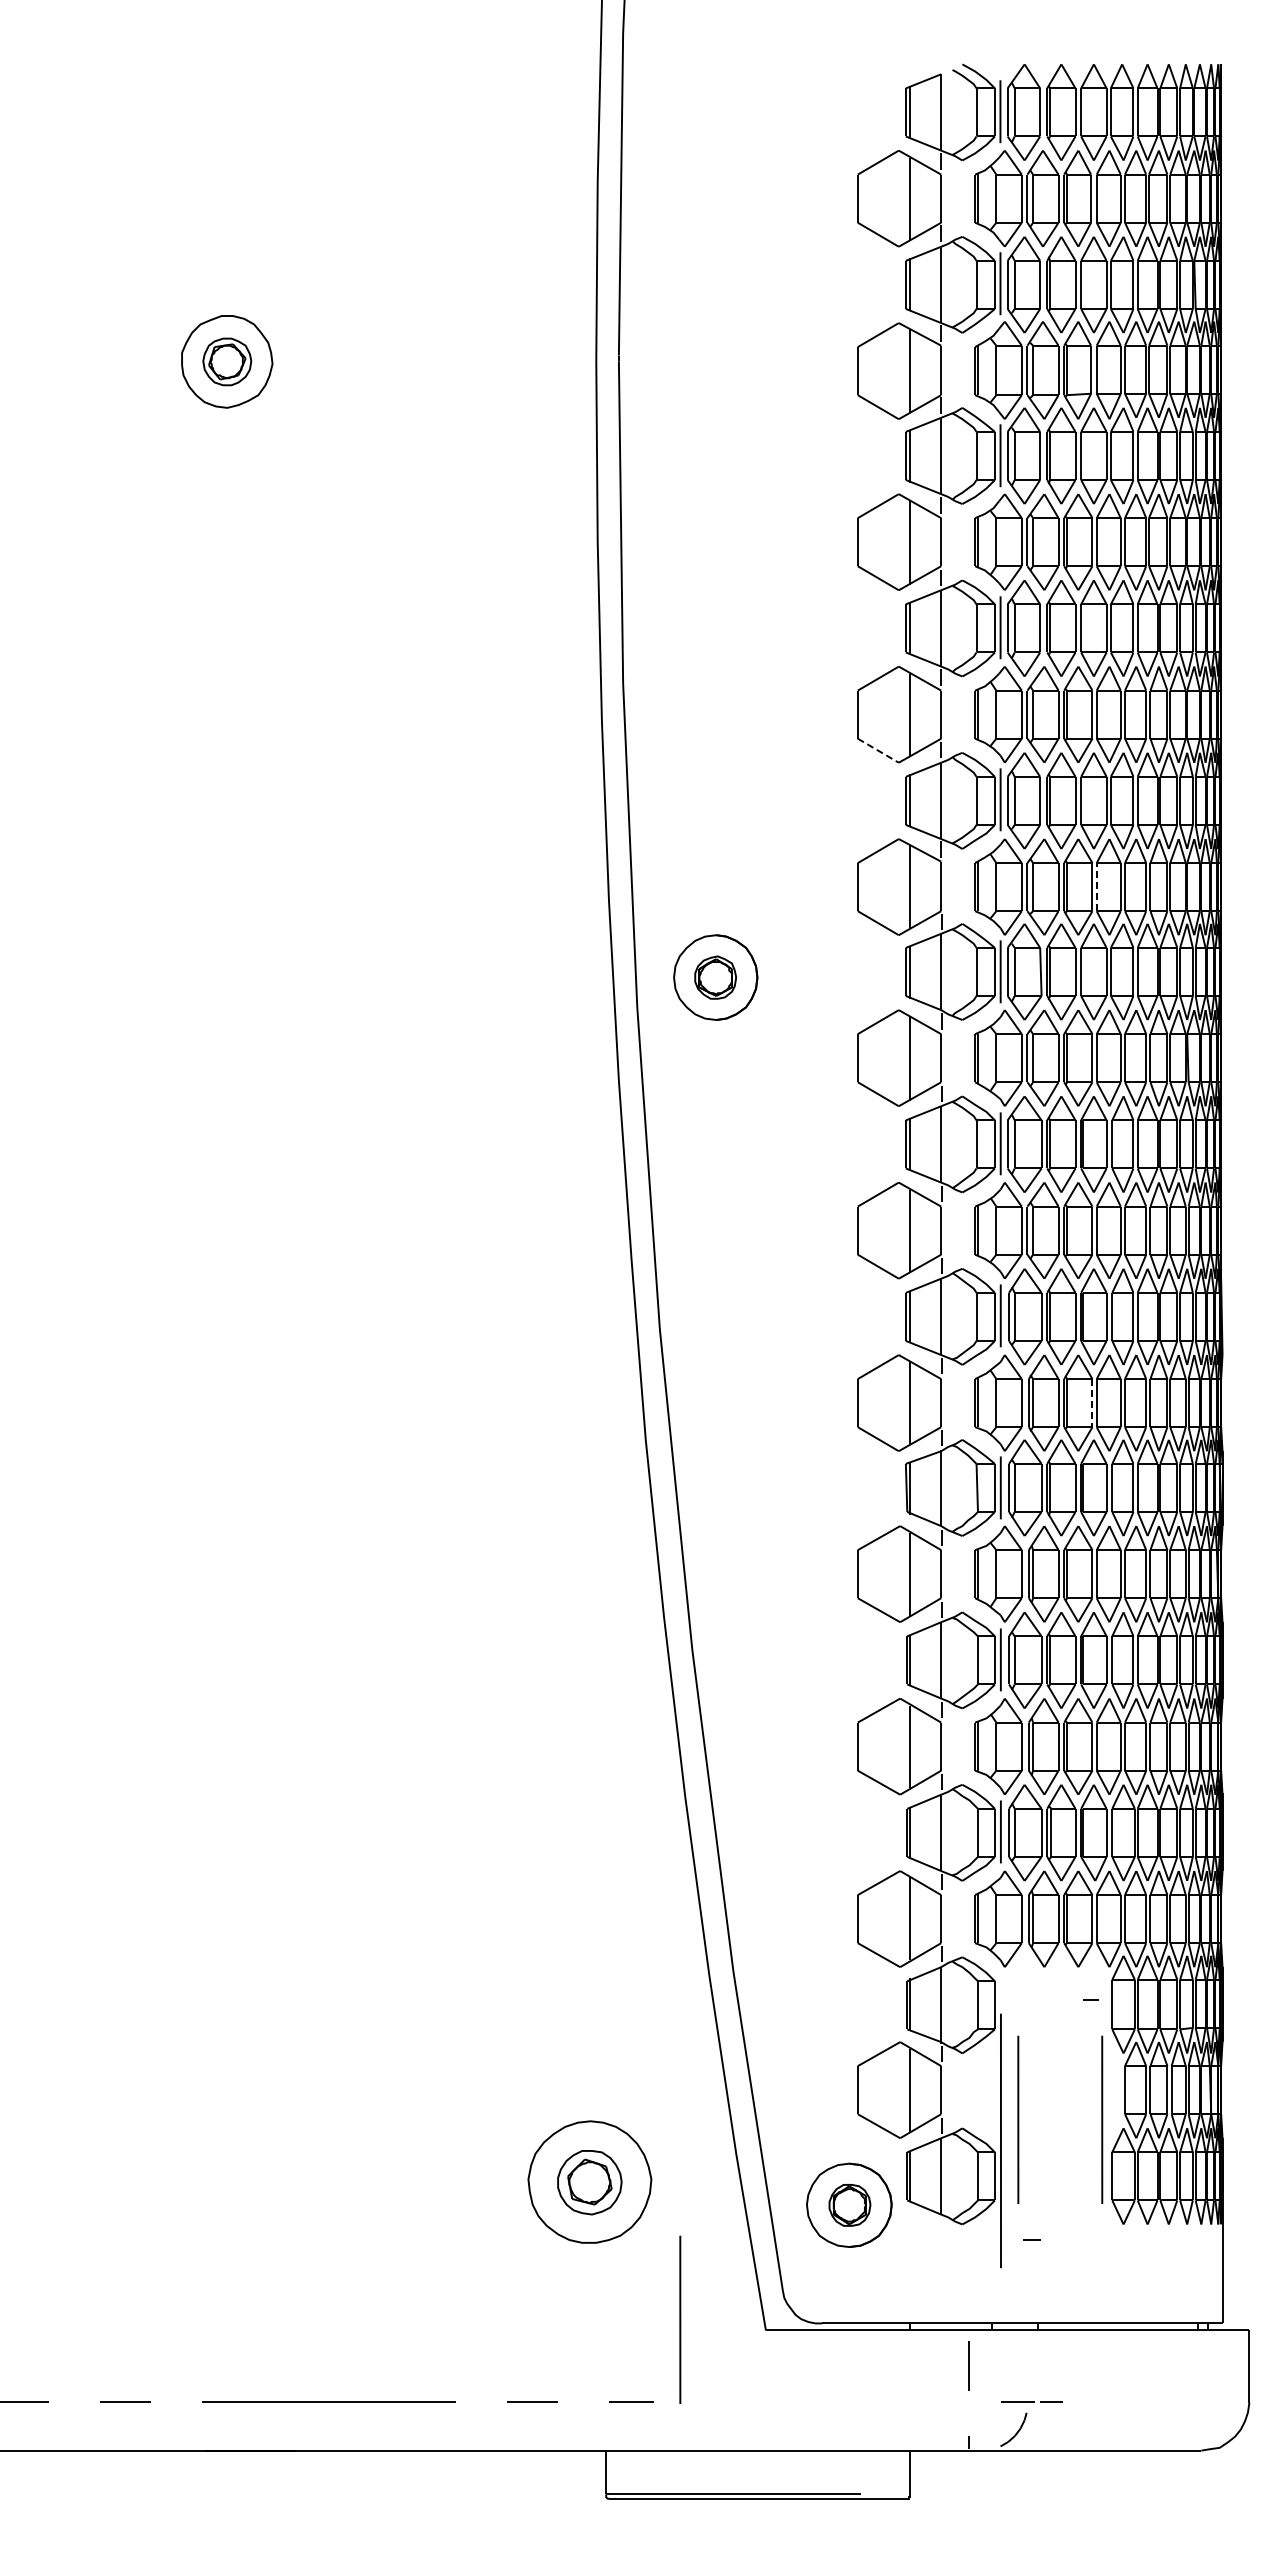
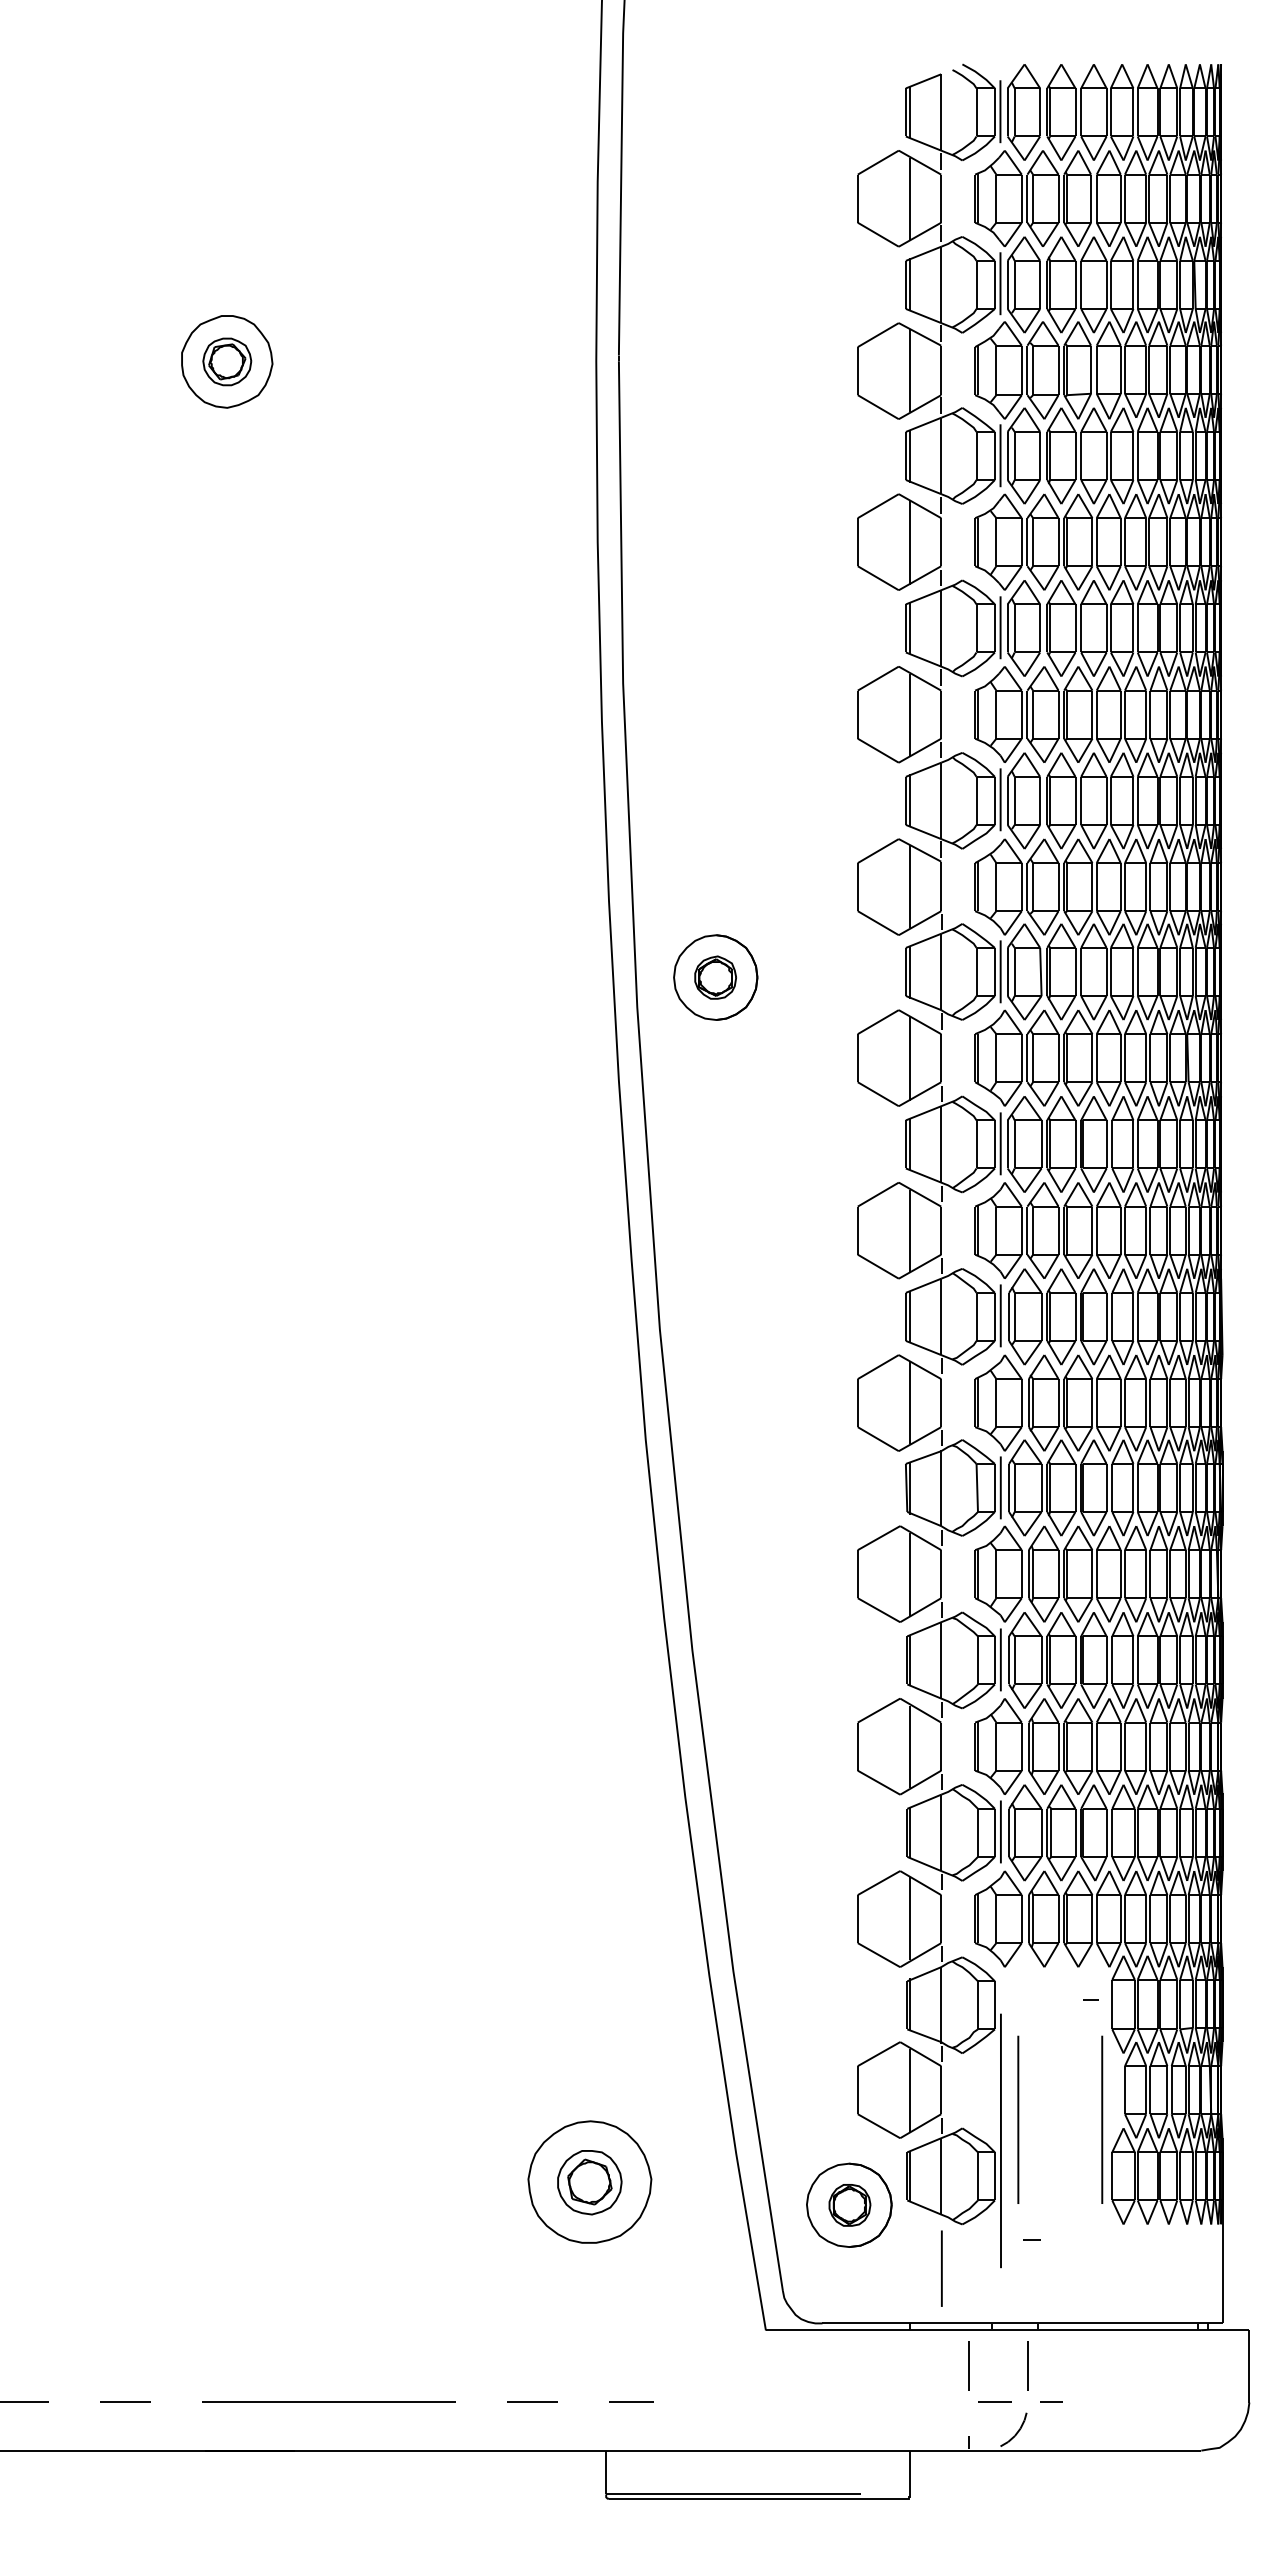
line at (878, 750): dashed -> solid
line at (1096, 886): dashed -> solid
line at (1092, 1403): dashed -> solid
line at (941, 2268): none -> present
line at (680, 2319): present -> none
line at (1027, 2365): none -> present
line at (1017, 2401) position: (1017, 2401) -> (994, 2401)
